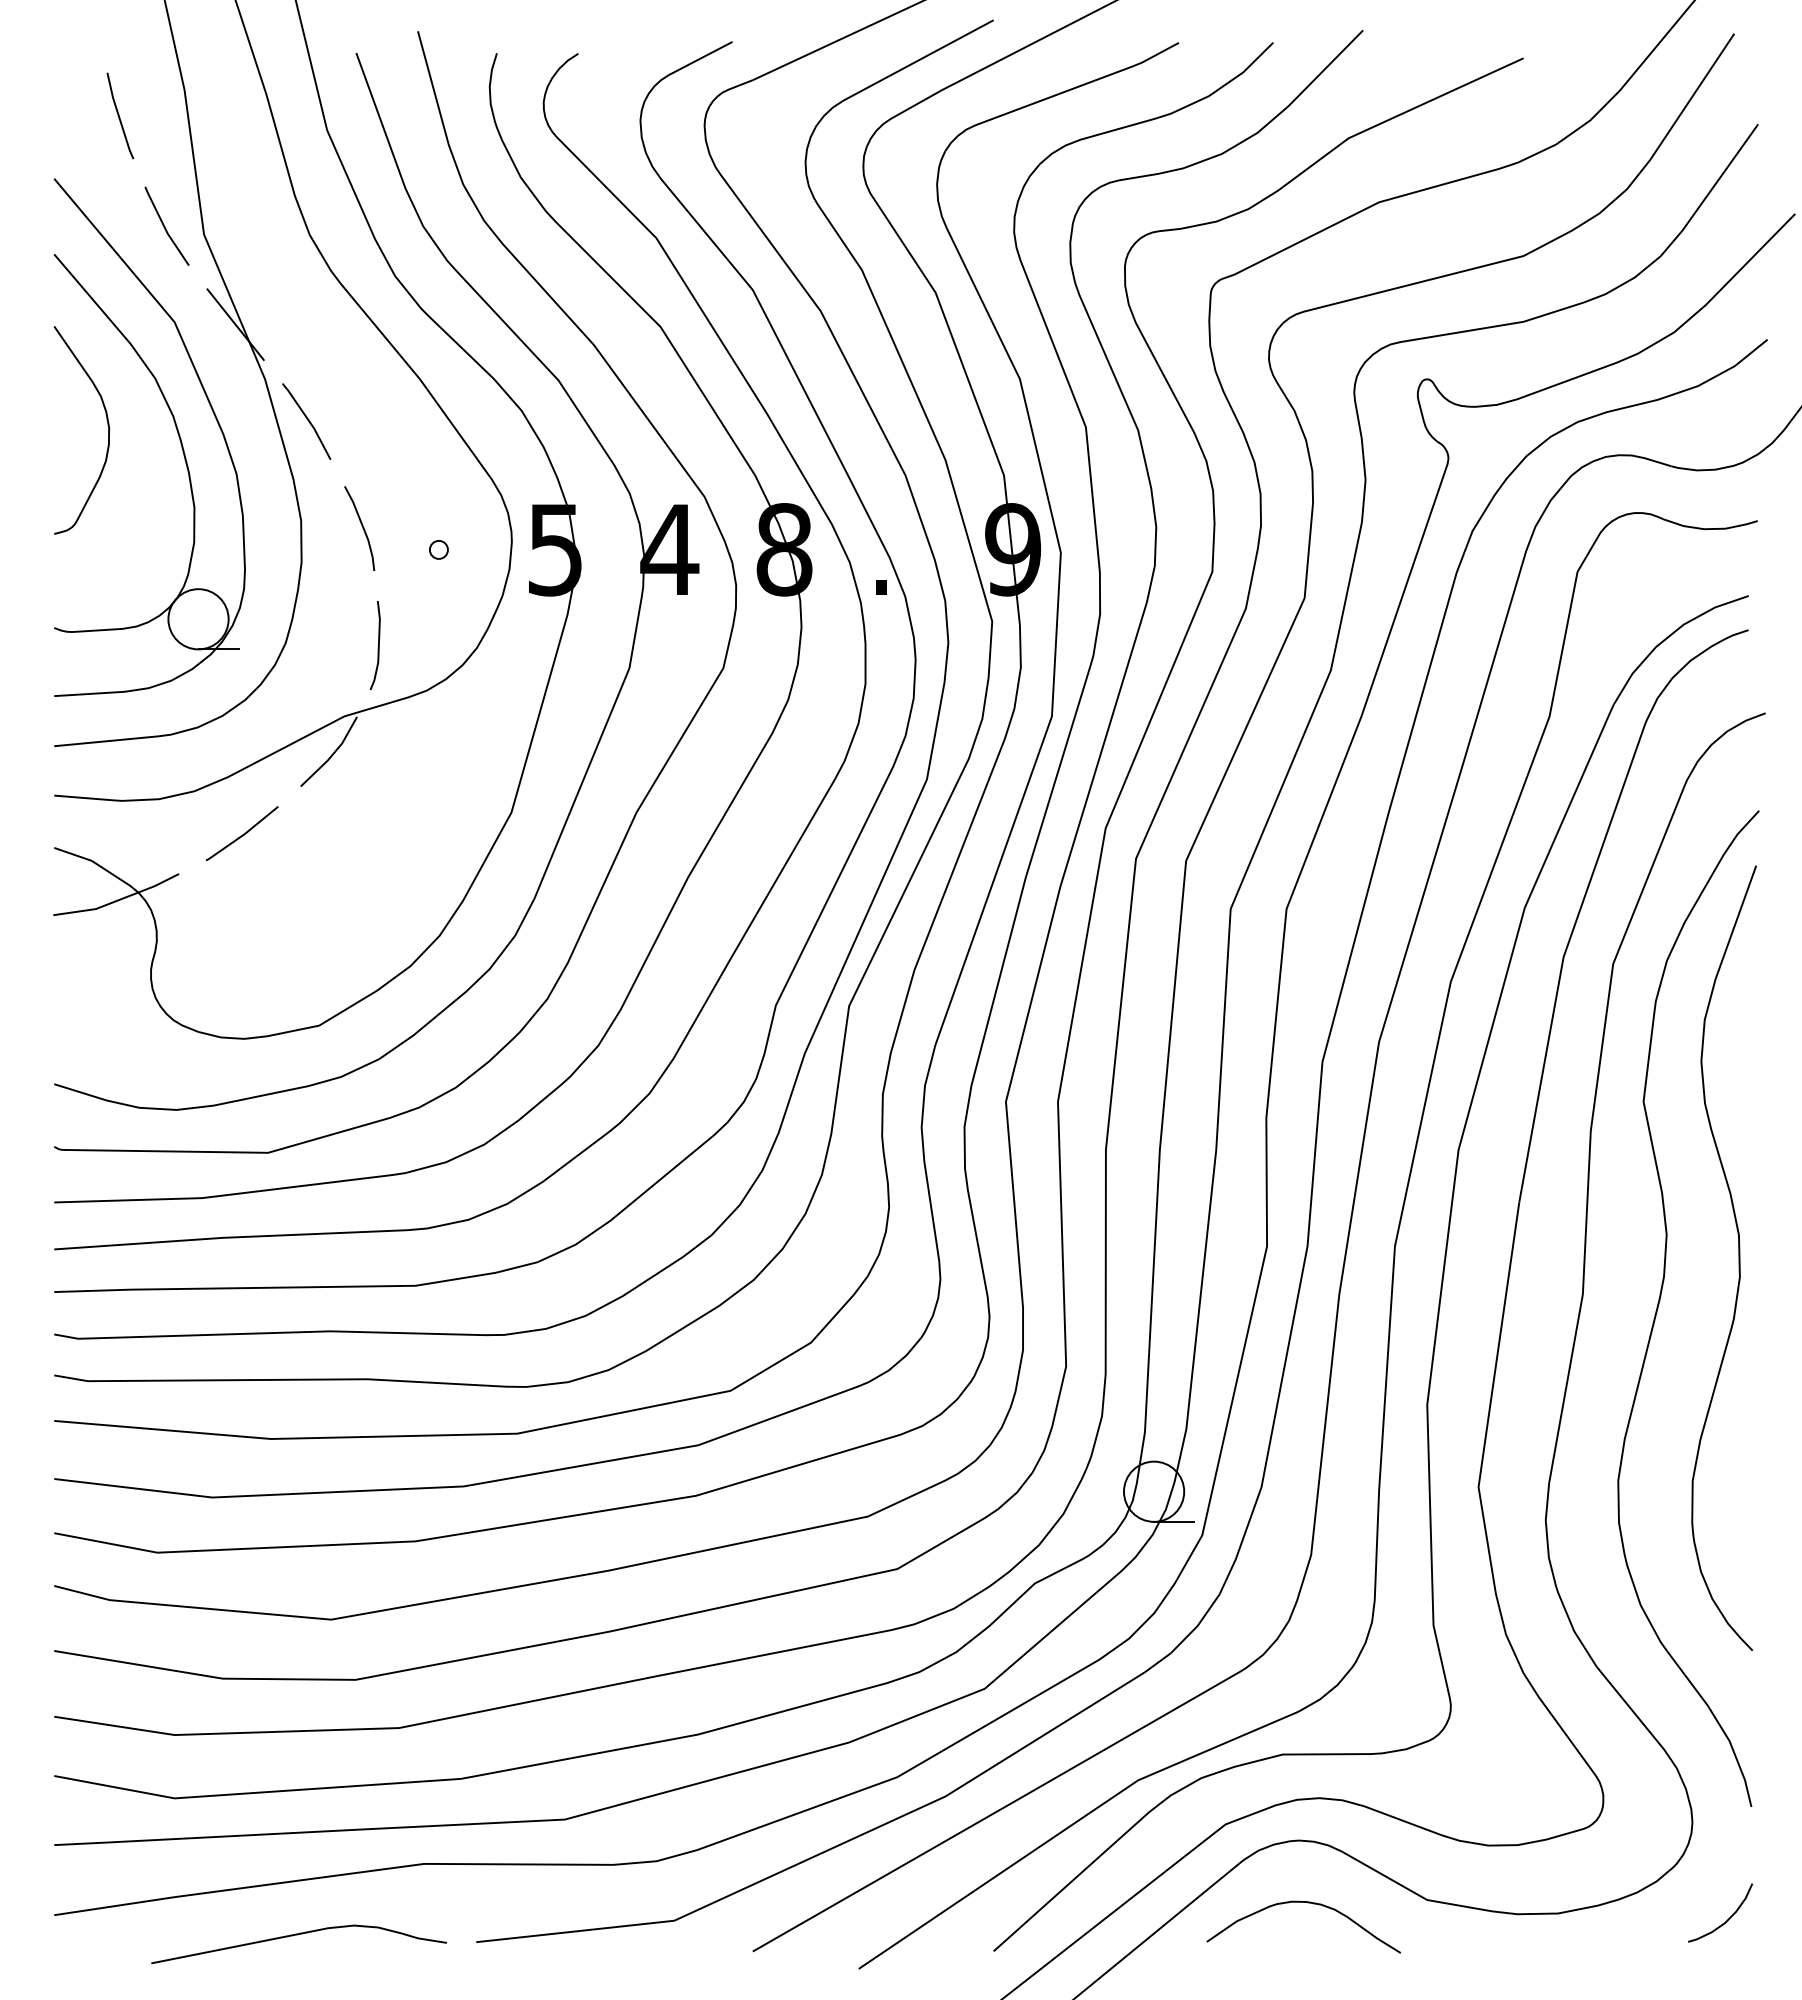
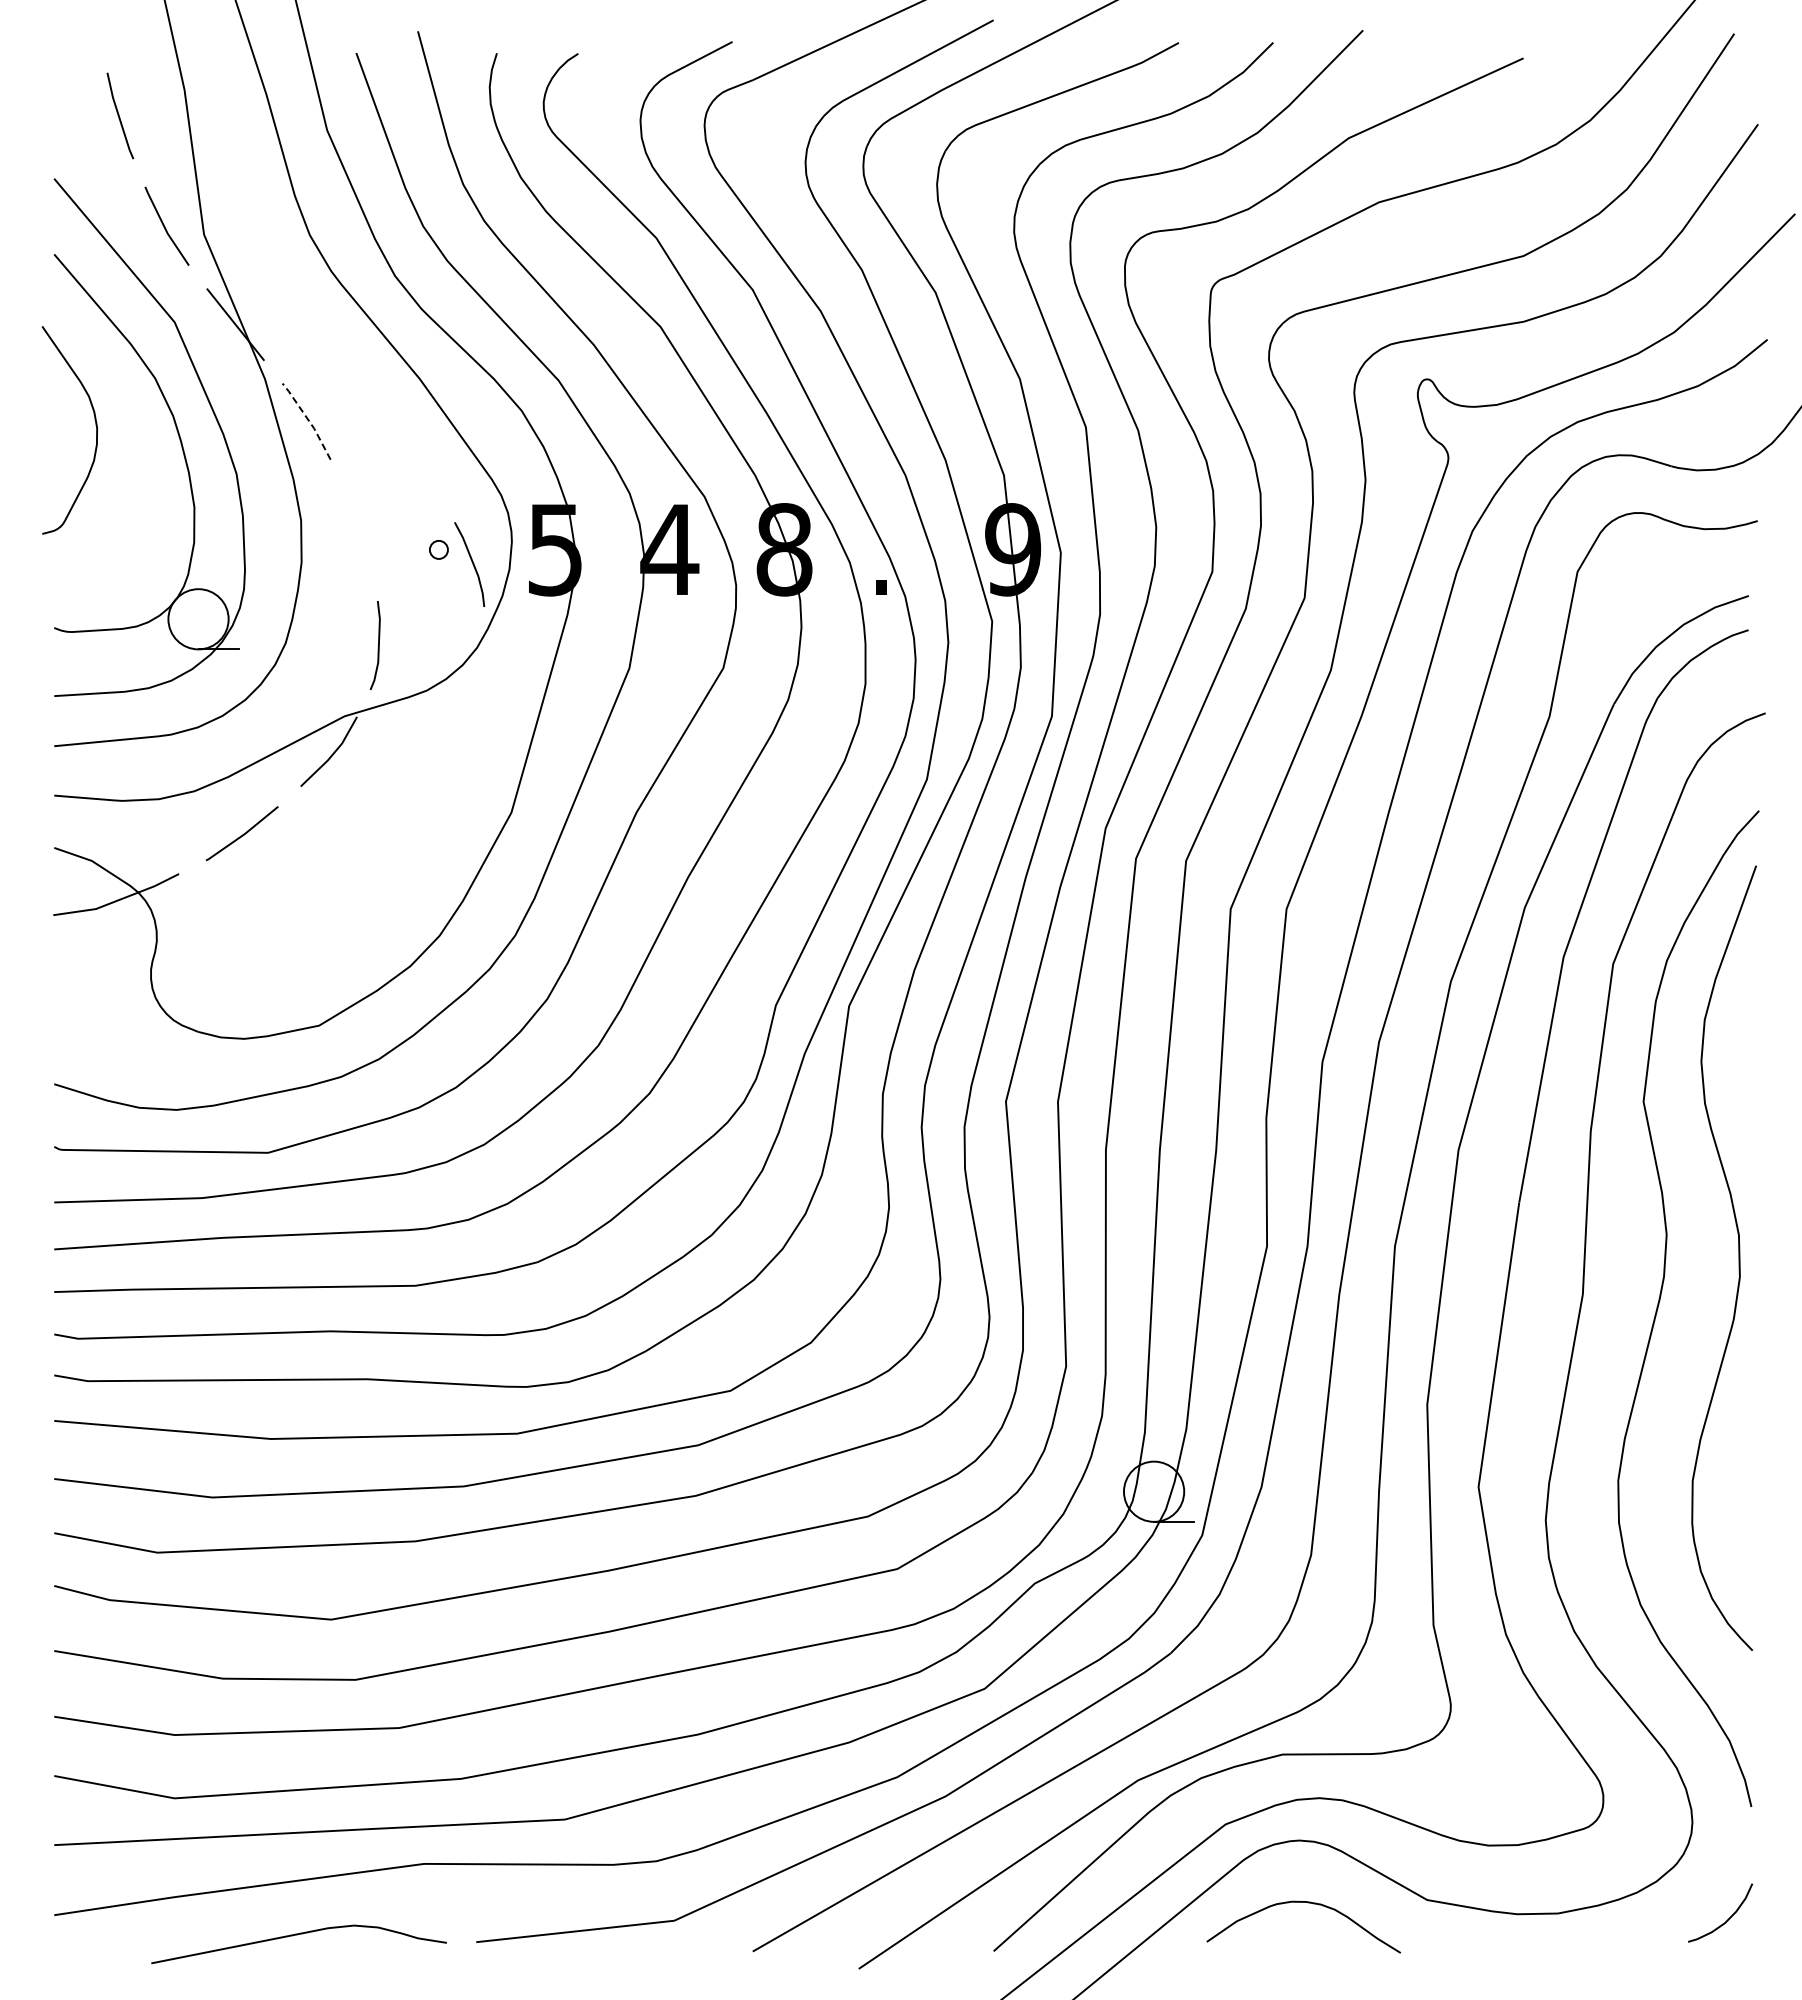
line at (308, 420): solid -> dashed
curve at (107, 425) position: (107, 425) -> (95, 425)
line at (361, 526) position: (361, 526) -> (471, 562)
